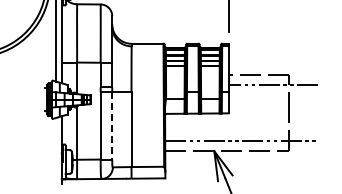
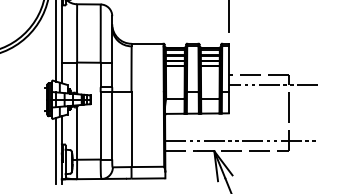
line at (112, 125): dashed -> solid
line at (56, 150): none -> present
